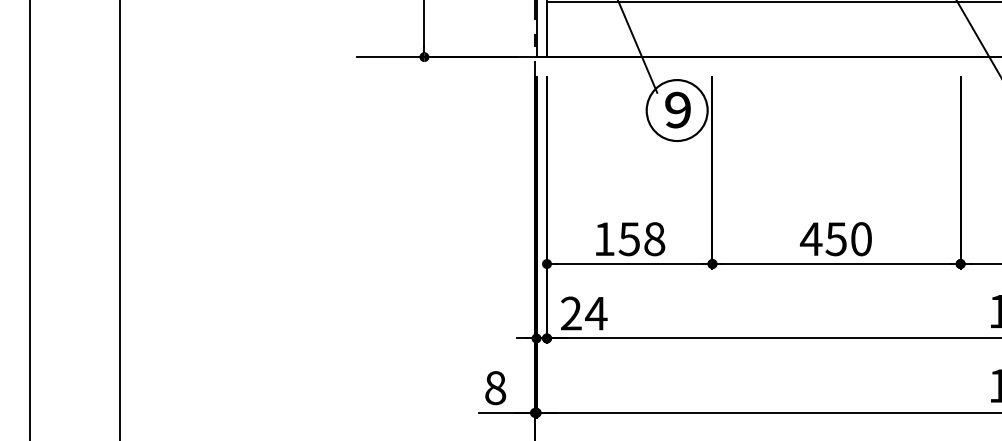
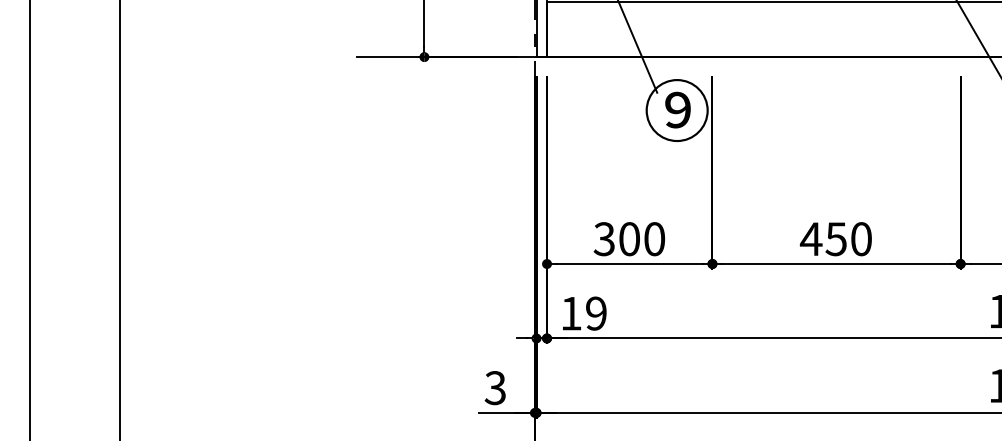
text at (629, 239): 158 -> 300
text at (584, 313): 24 -> 19
text at (495, 388): 8 -> 3
